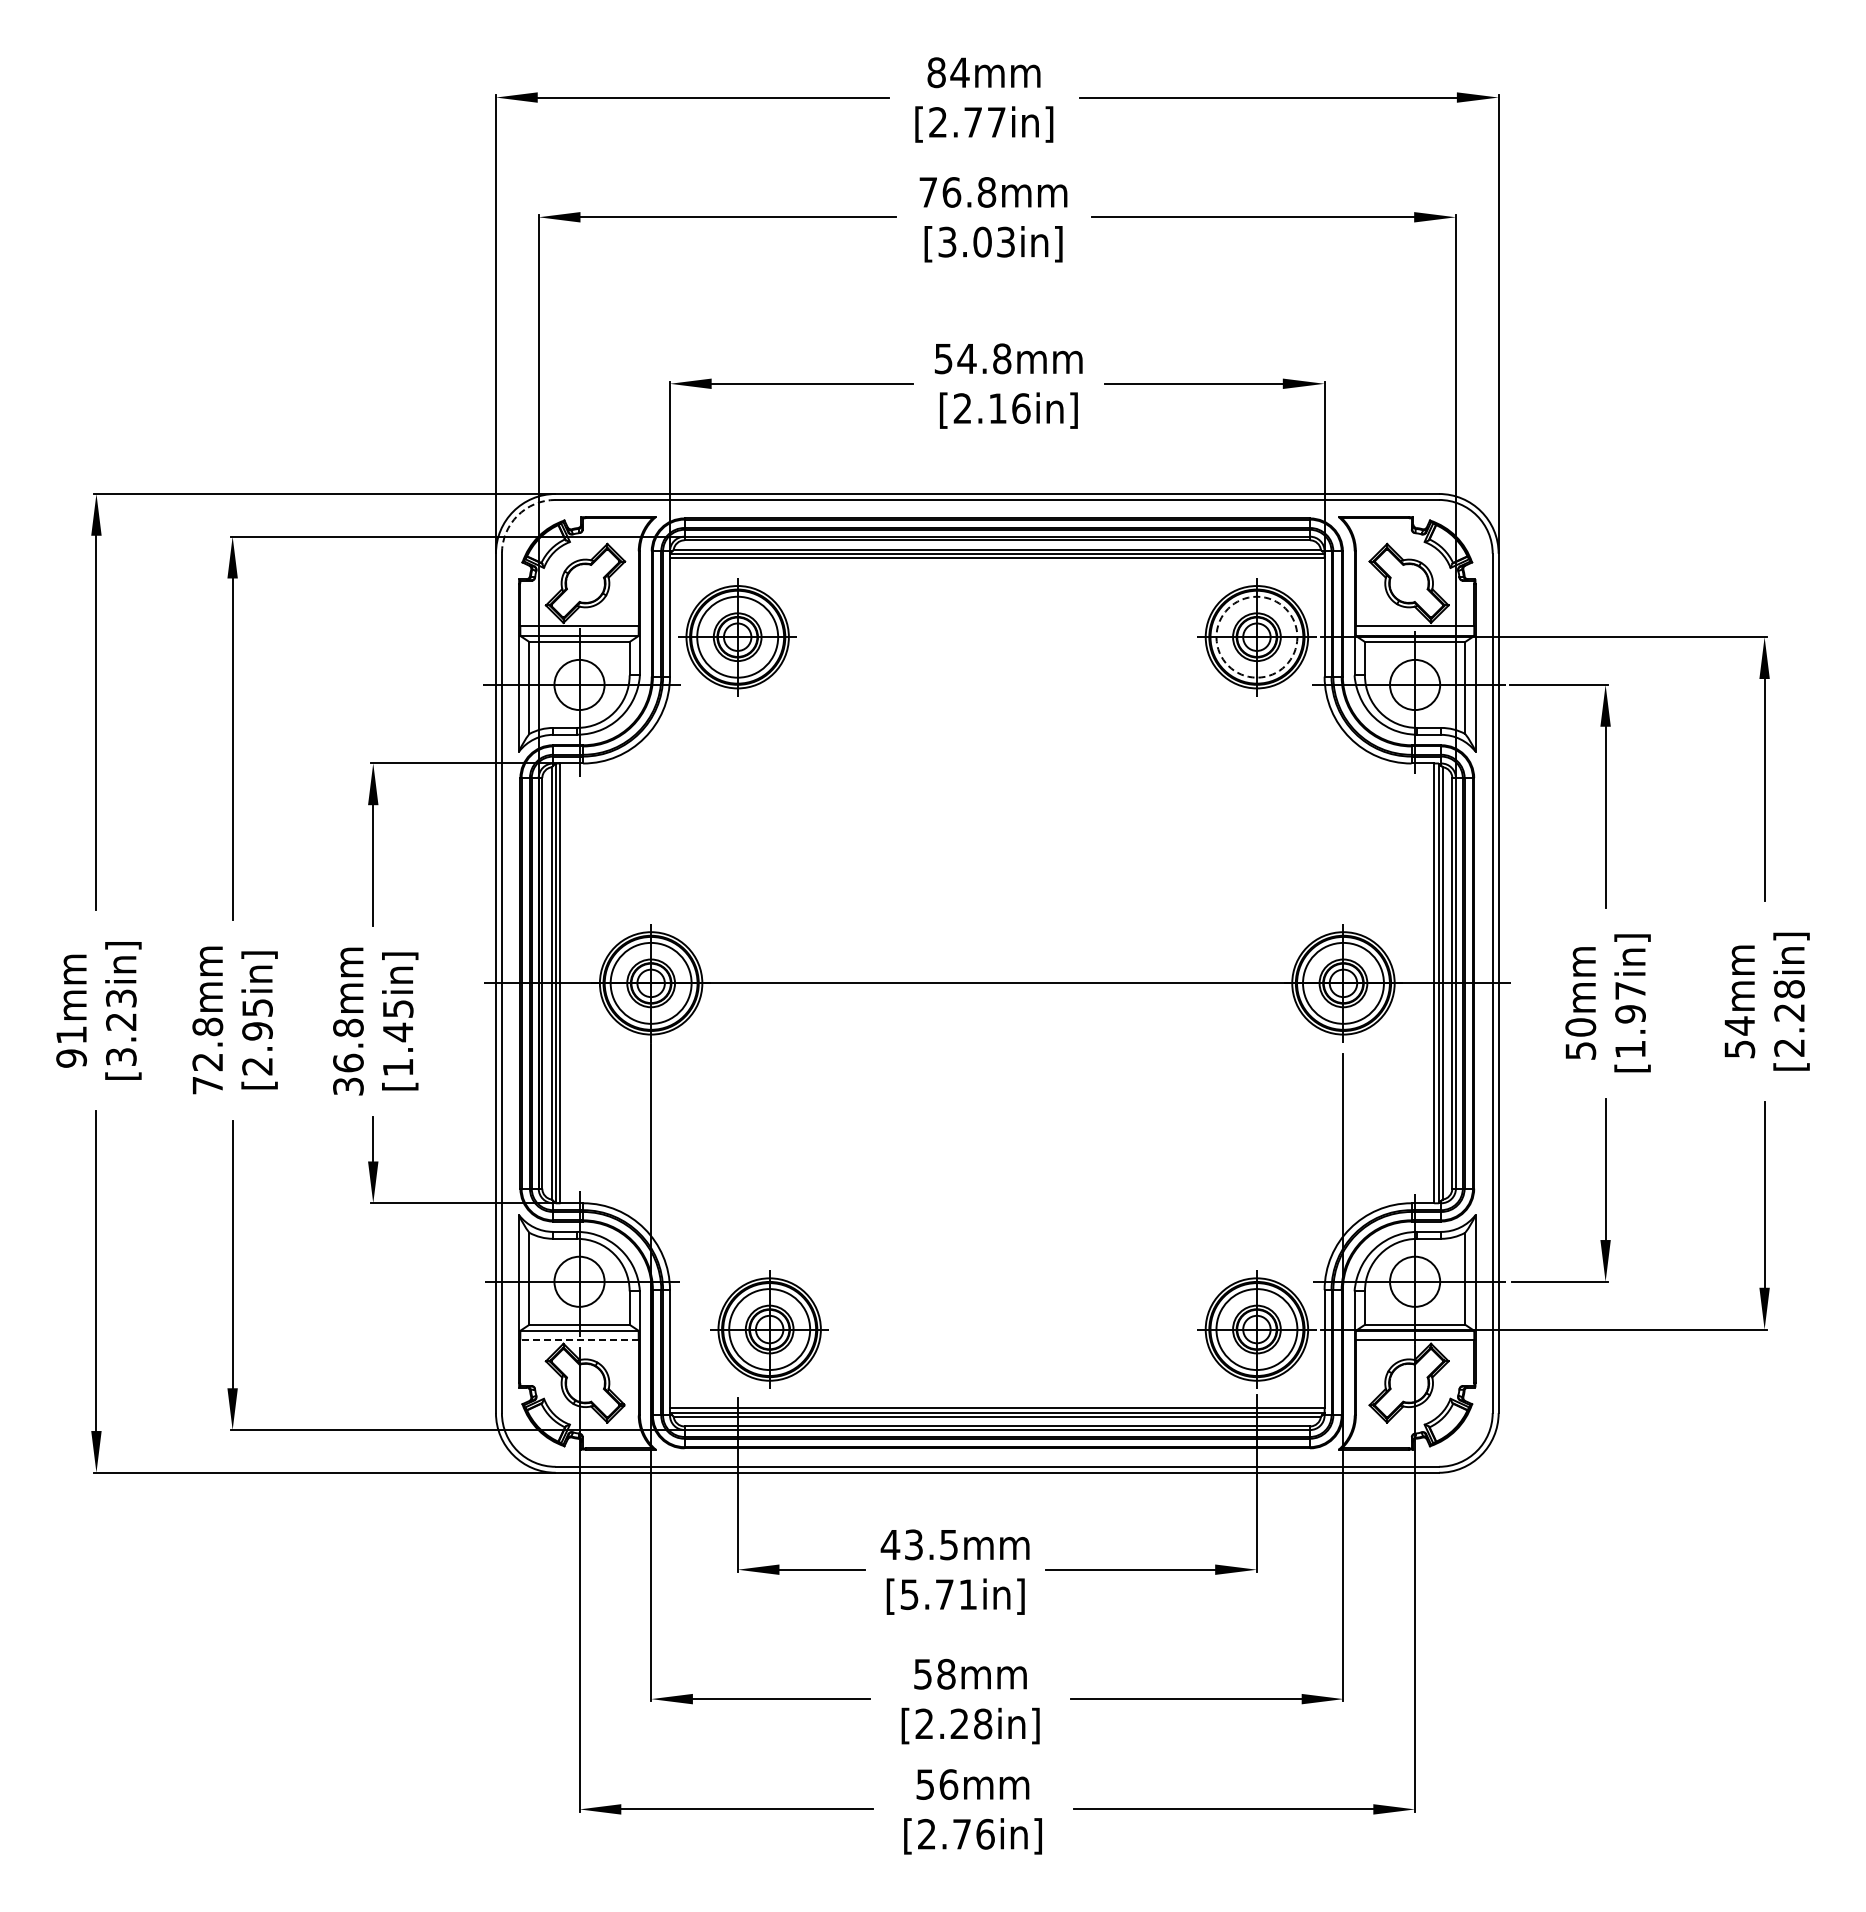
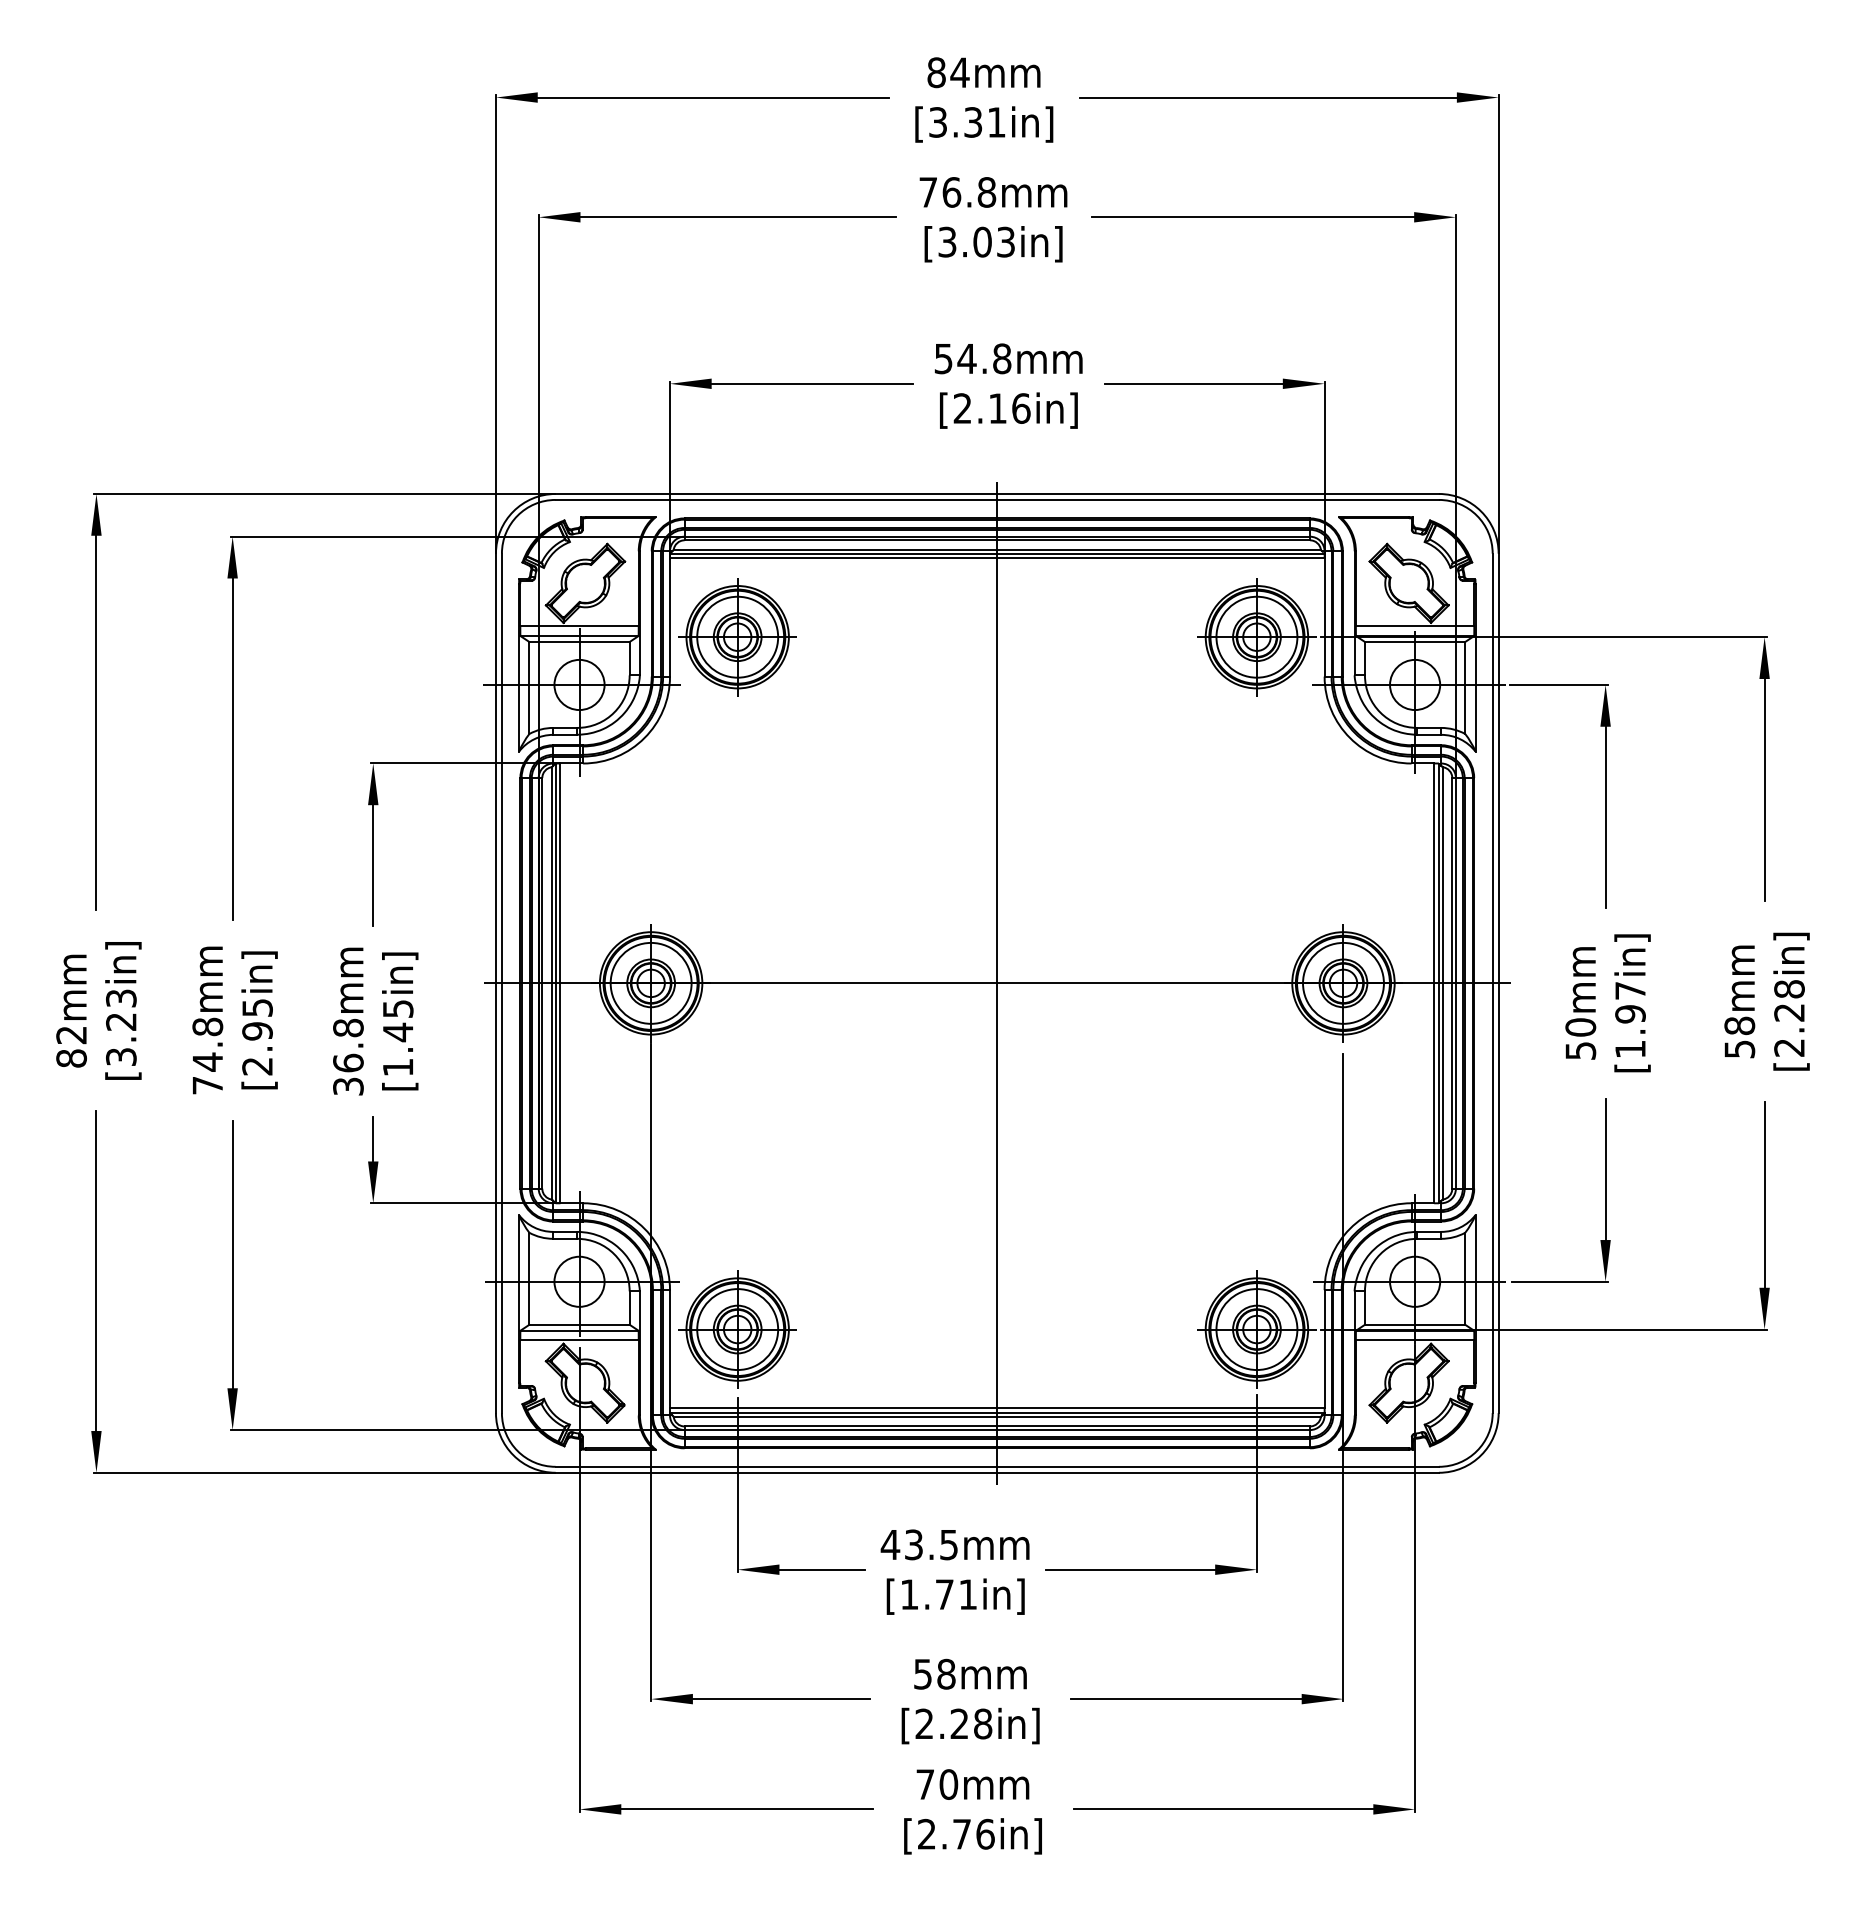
text at (967, 122): [2.77in] -> [3.31in]
arc at (517, 515): dashed -> solid
circle at (1256, 636): dashed -> solid
line at (997, 983): none -> present
text at (1739, 1025): 54mm -> 58mm
text at (71, 1046): 91mm -> 82mm
text at (207, 1061): 72.8mm -> 74.8mm
part at (769, 1329) position: (769, 1329) -> (737, 1329)
line at (579, 1340): dashed -> solid
text at (909, 1594): [5.71in] -> [1.71in]
text at (937, 1784): 56mm -> 70mm
